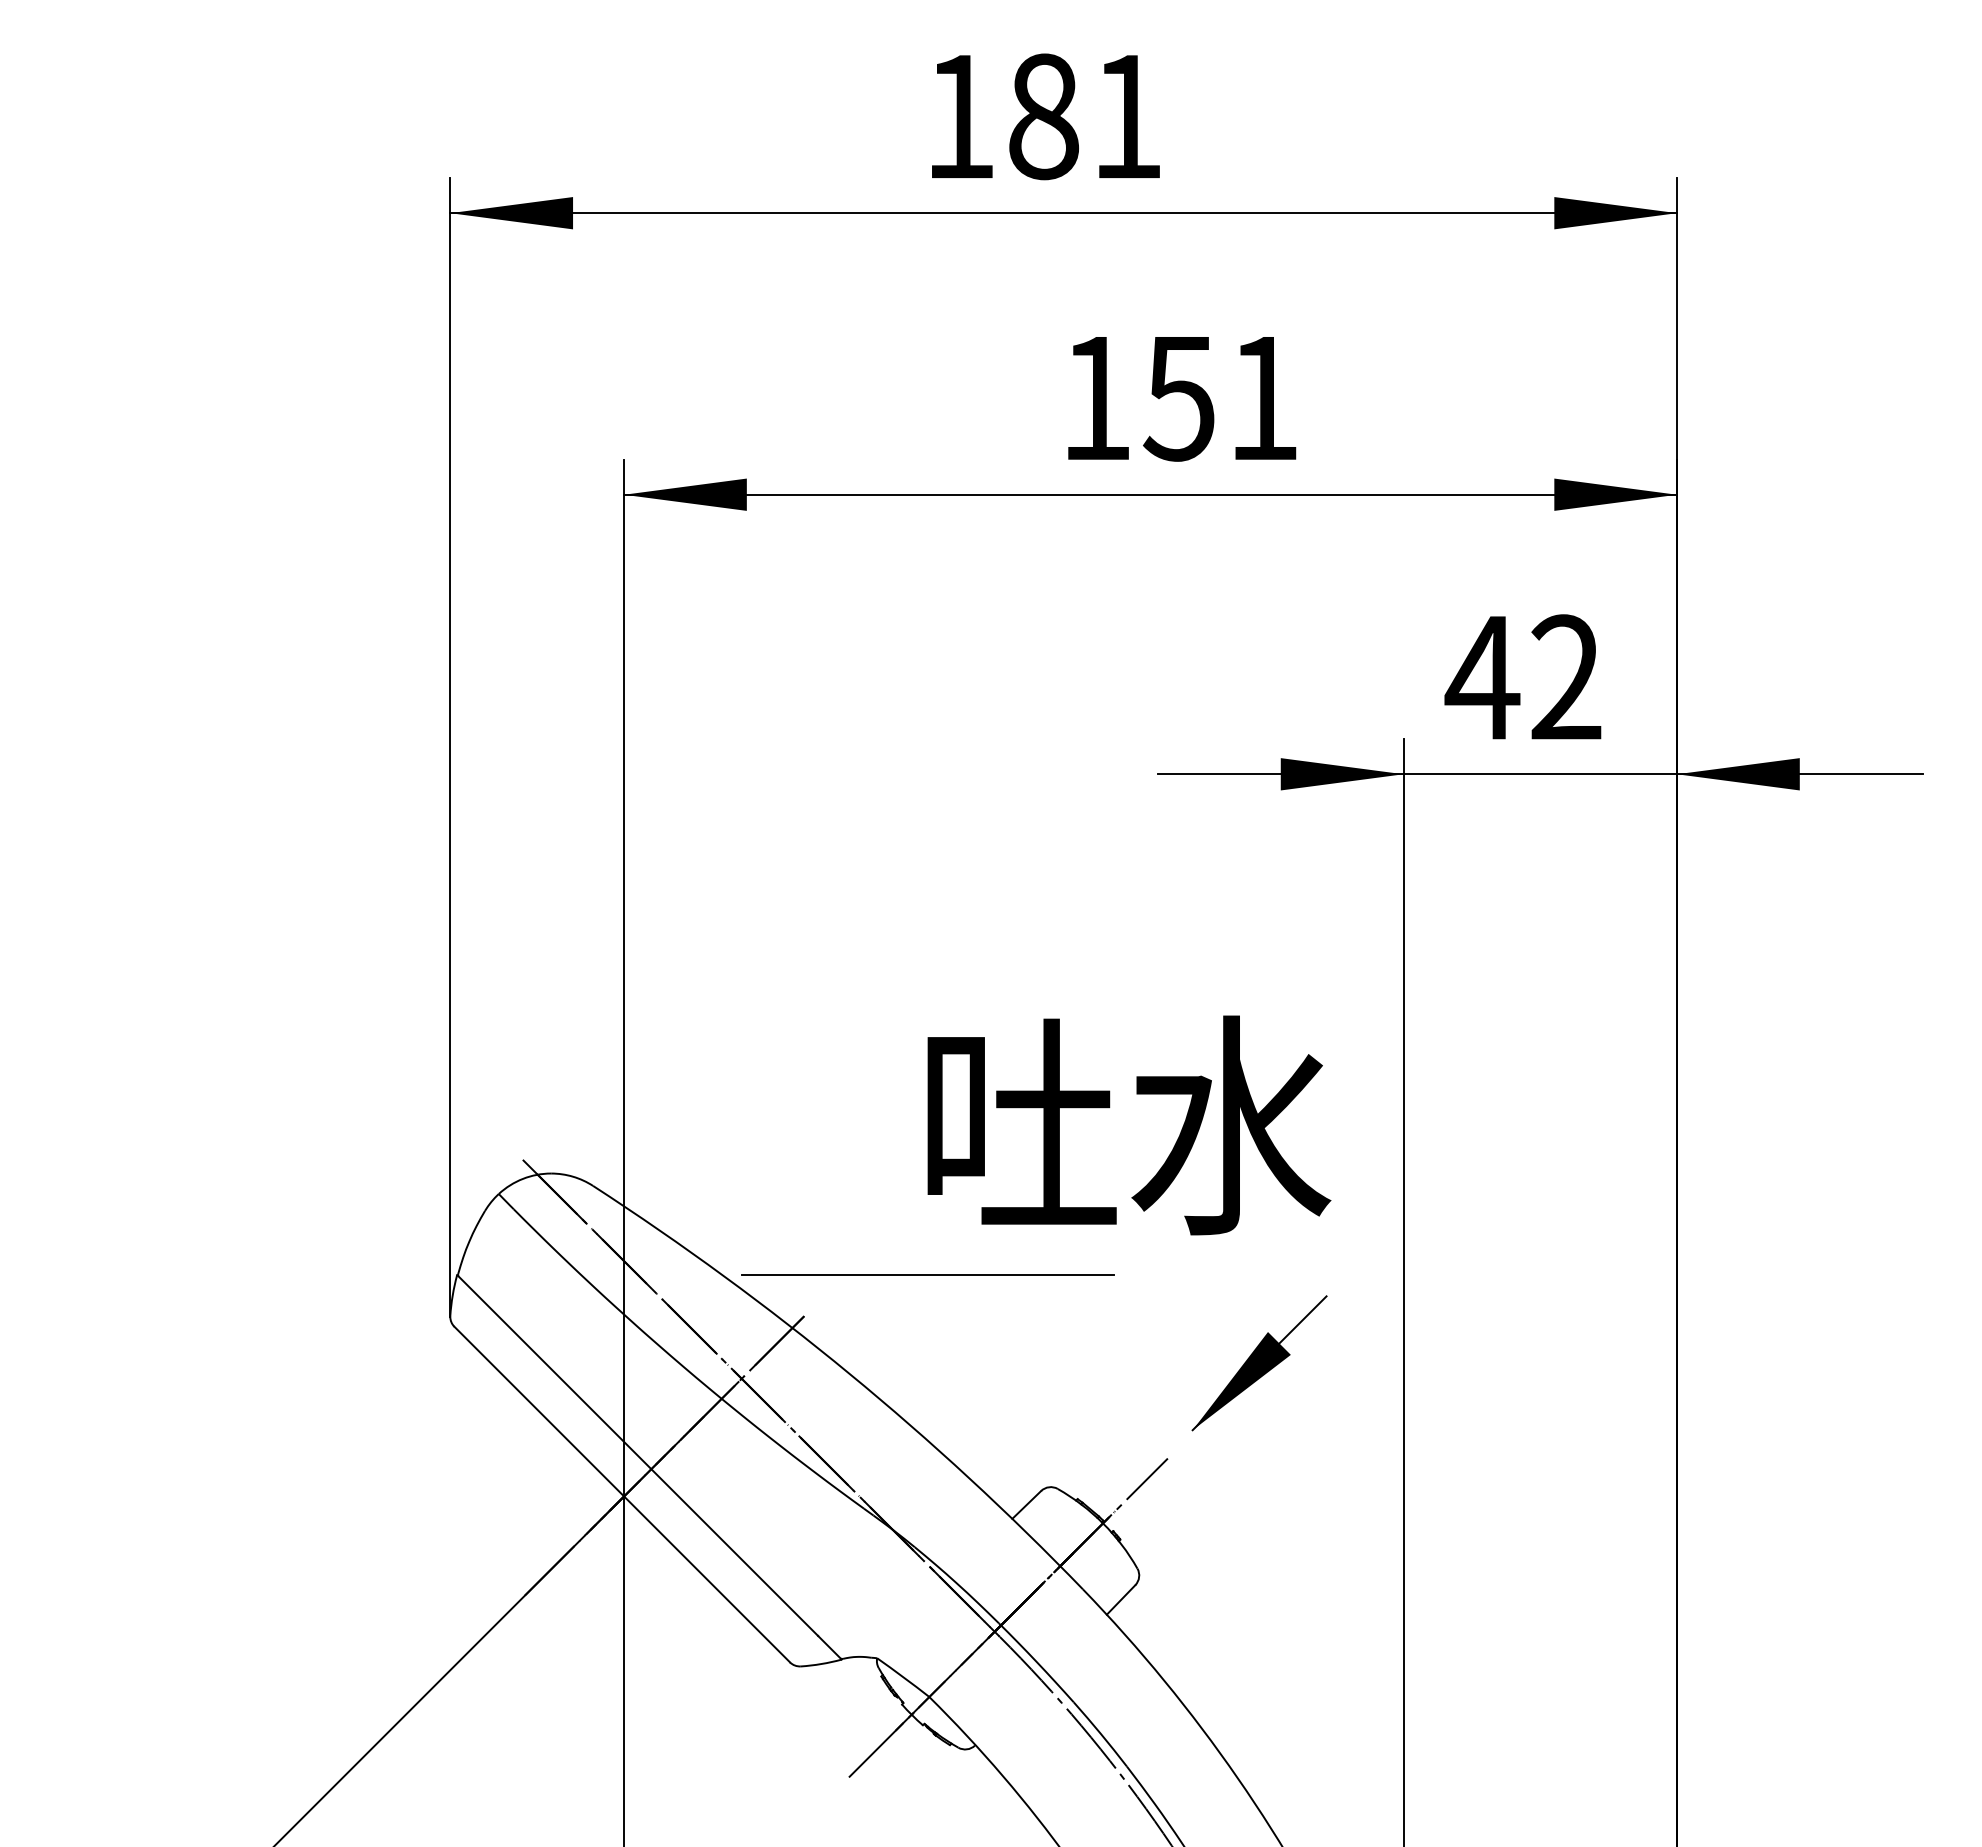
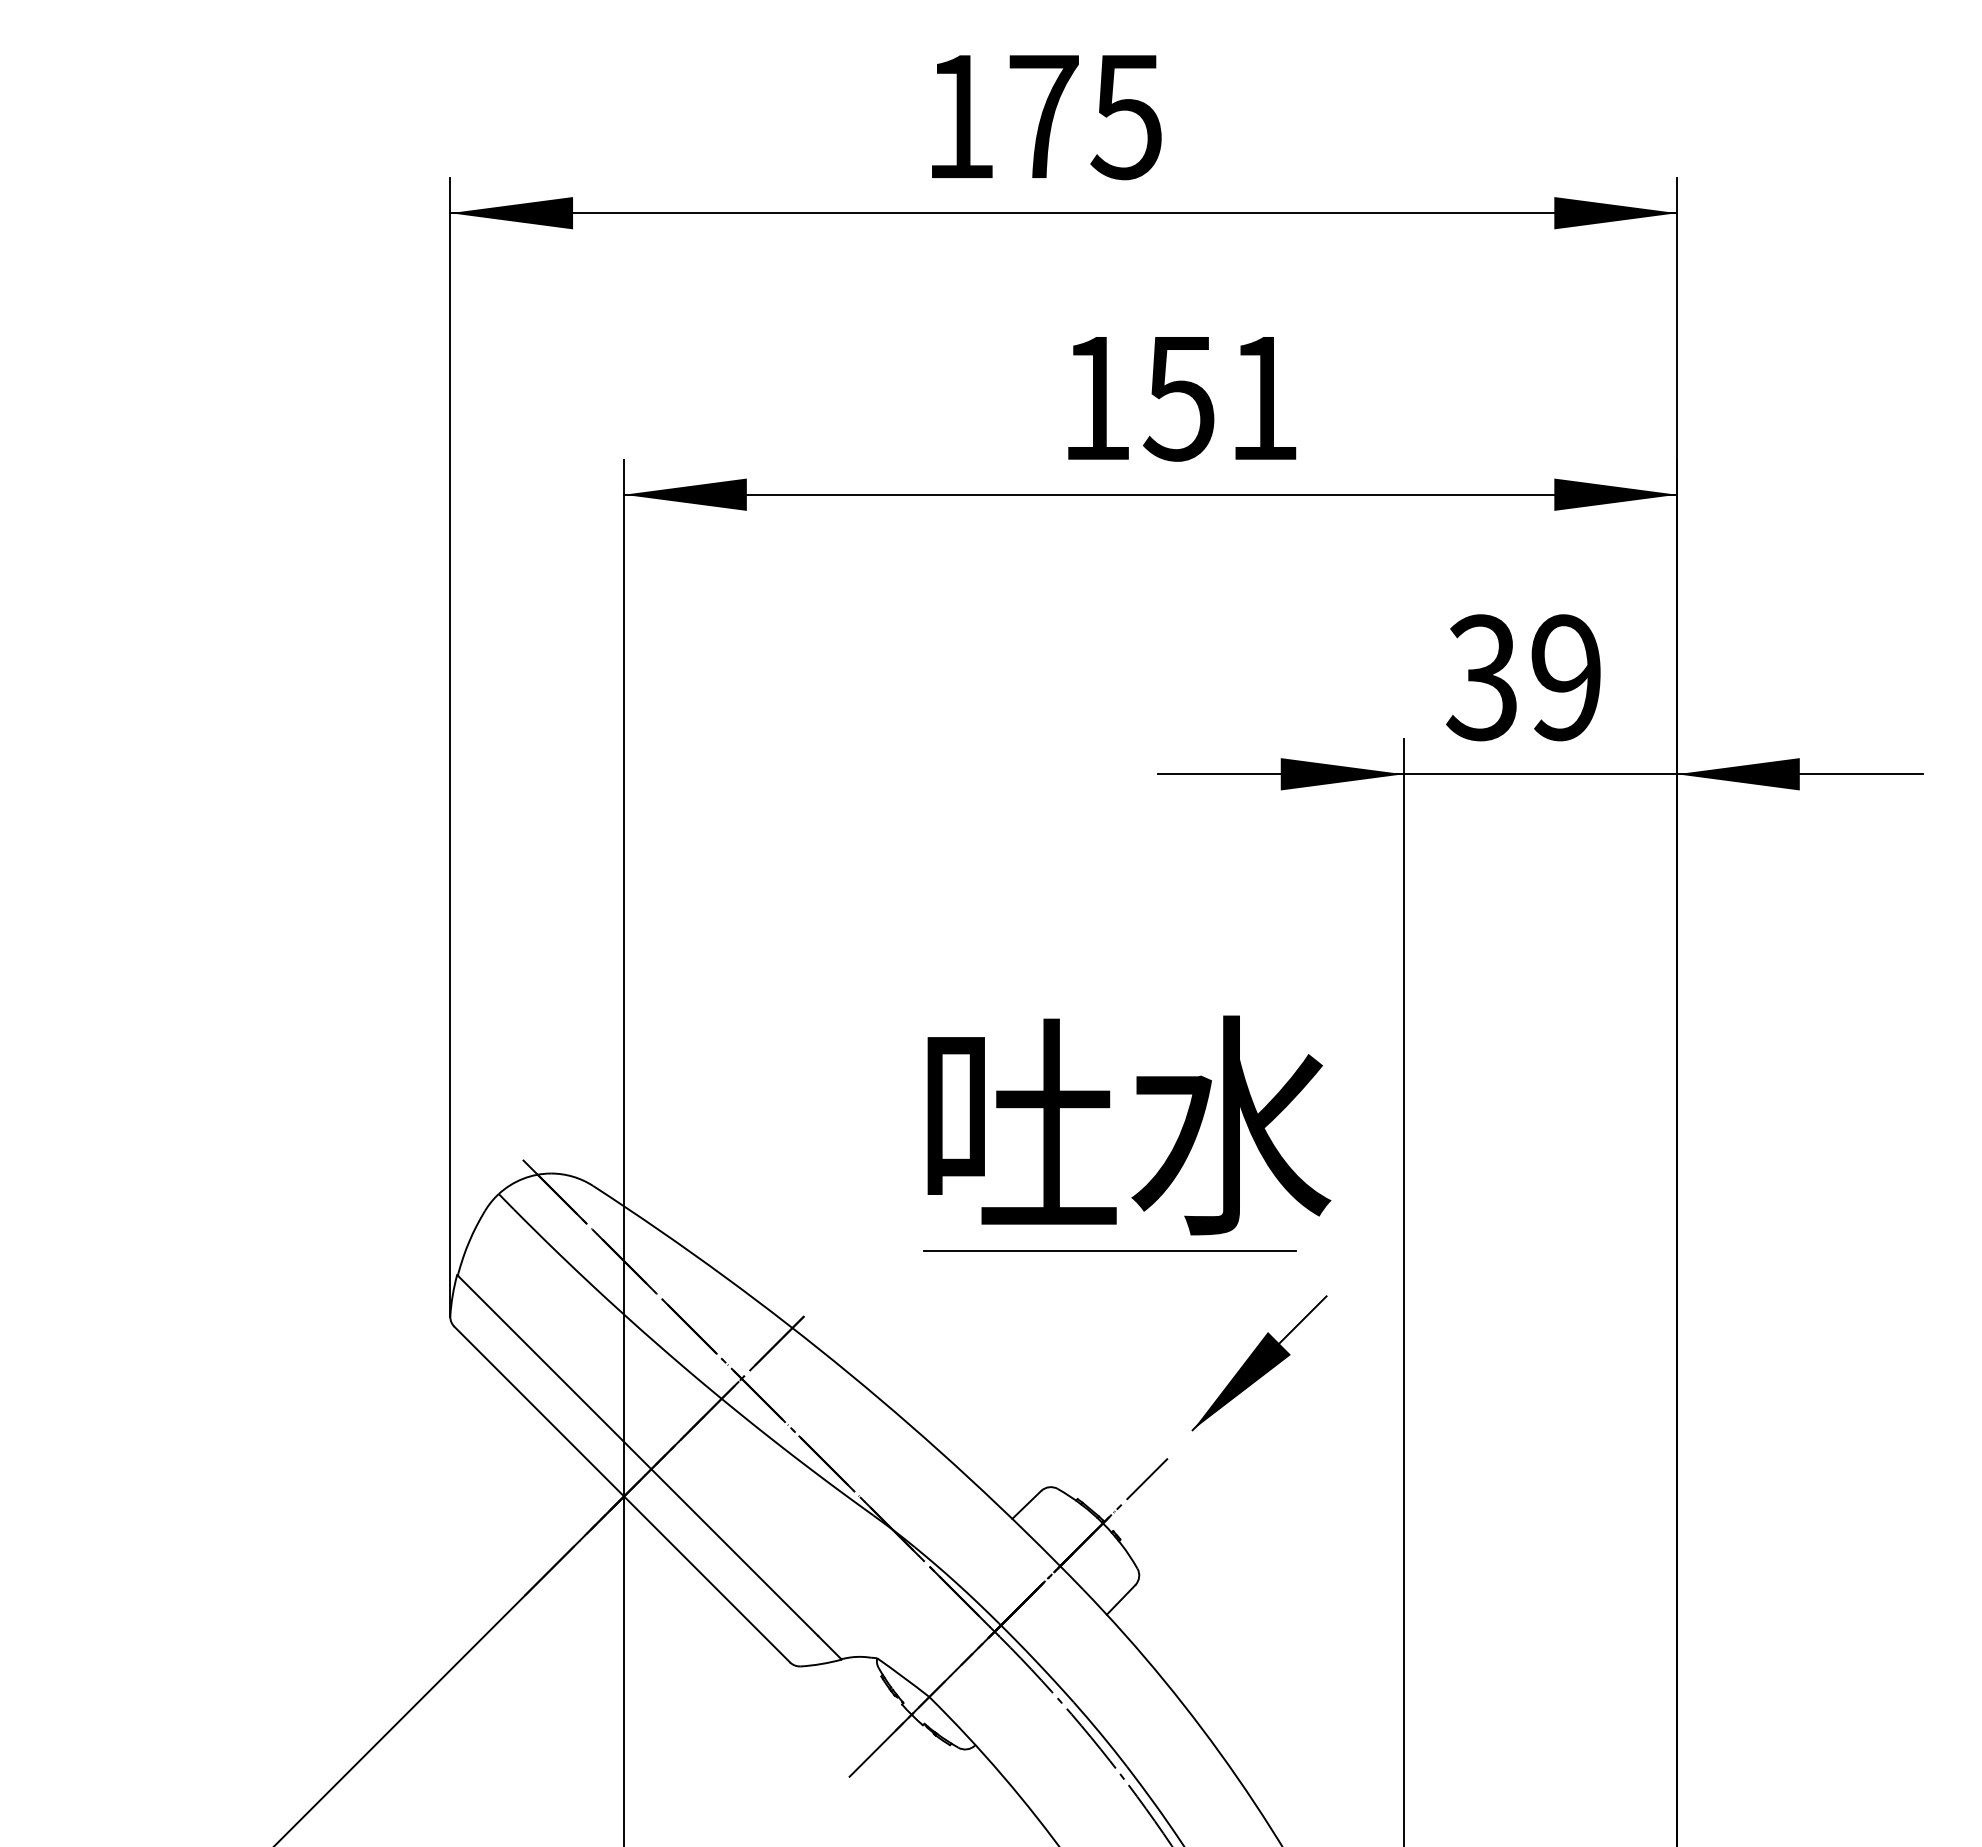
text at (1085, 116): 181 -> 175
text at (1522, 677): 42 -> 39
line at (927, 1274) position: (927, 1274) -> (1109, 1250)
